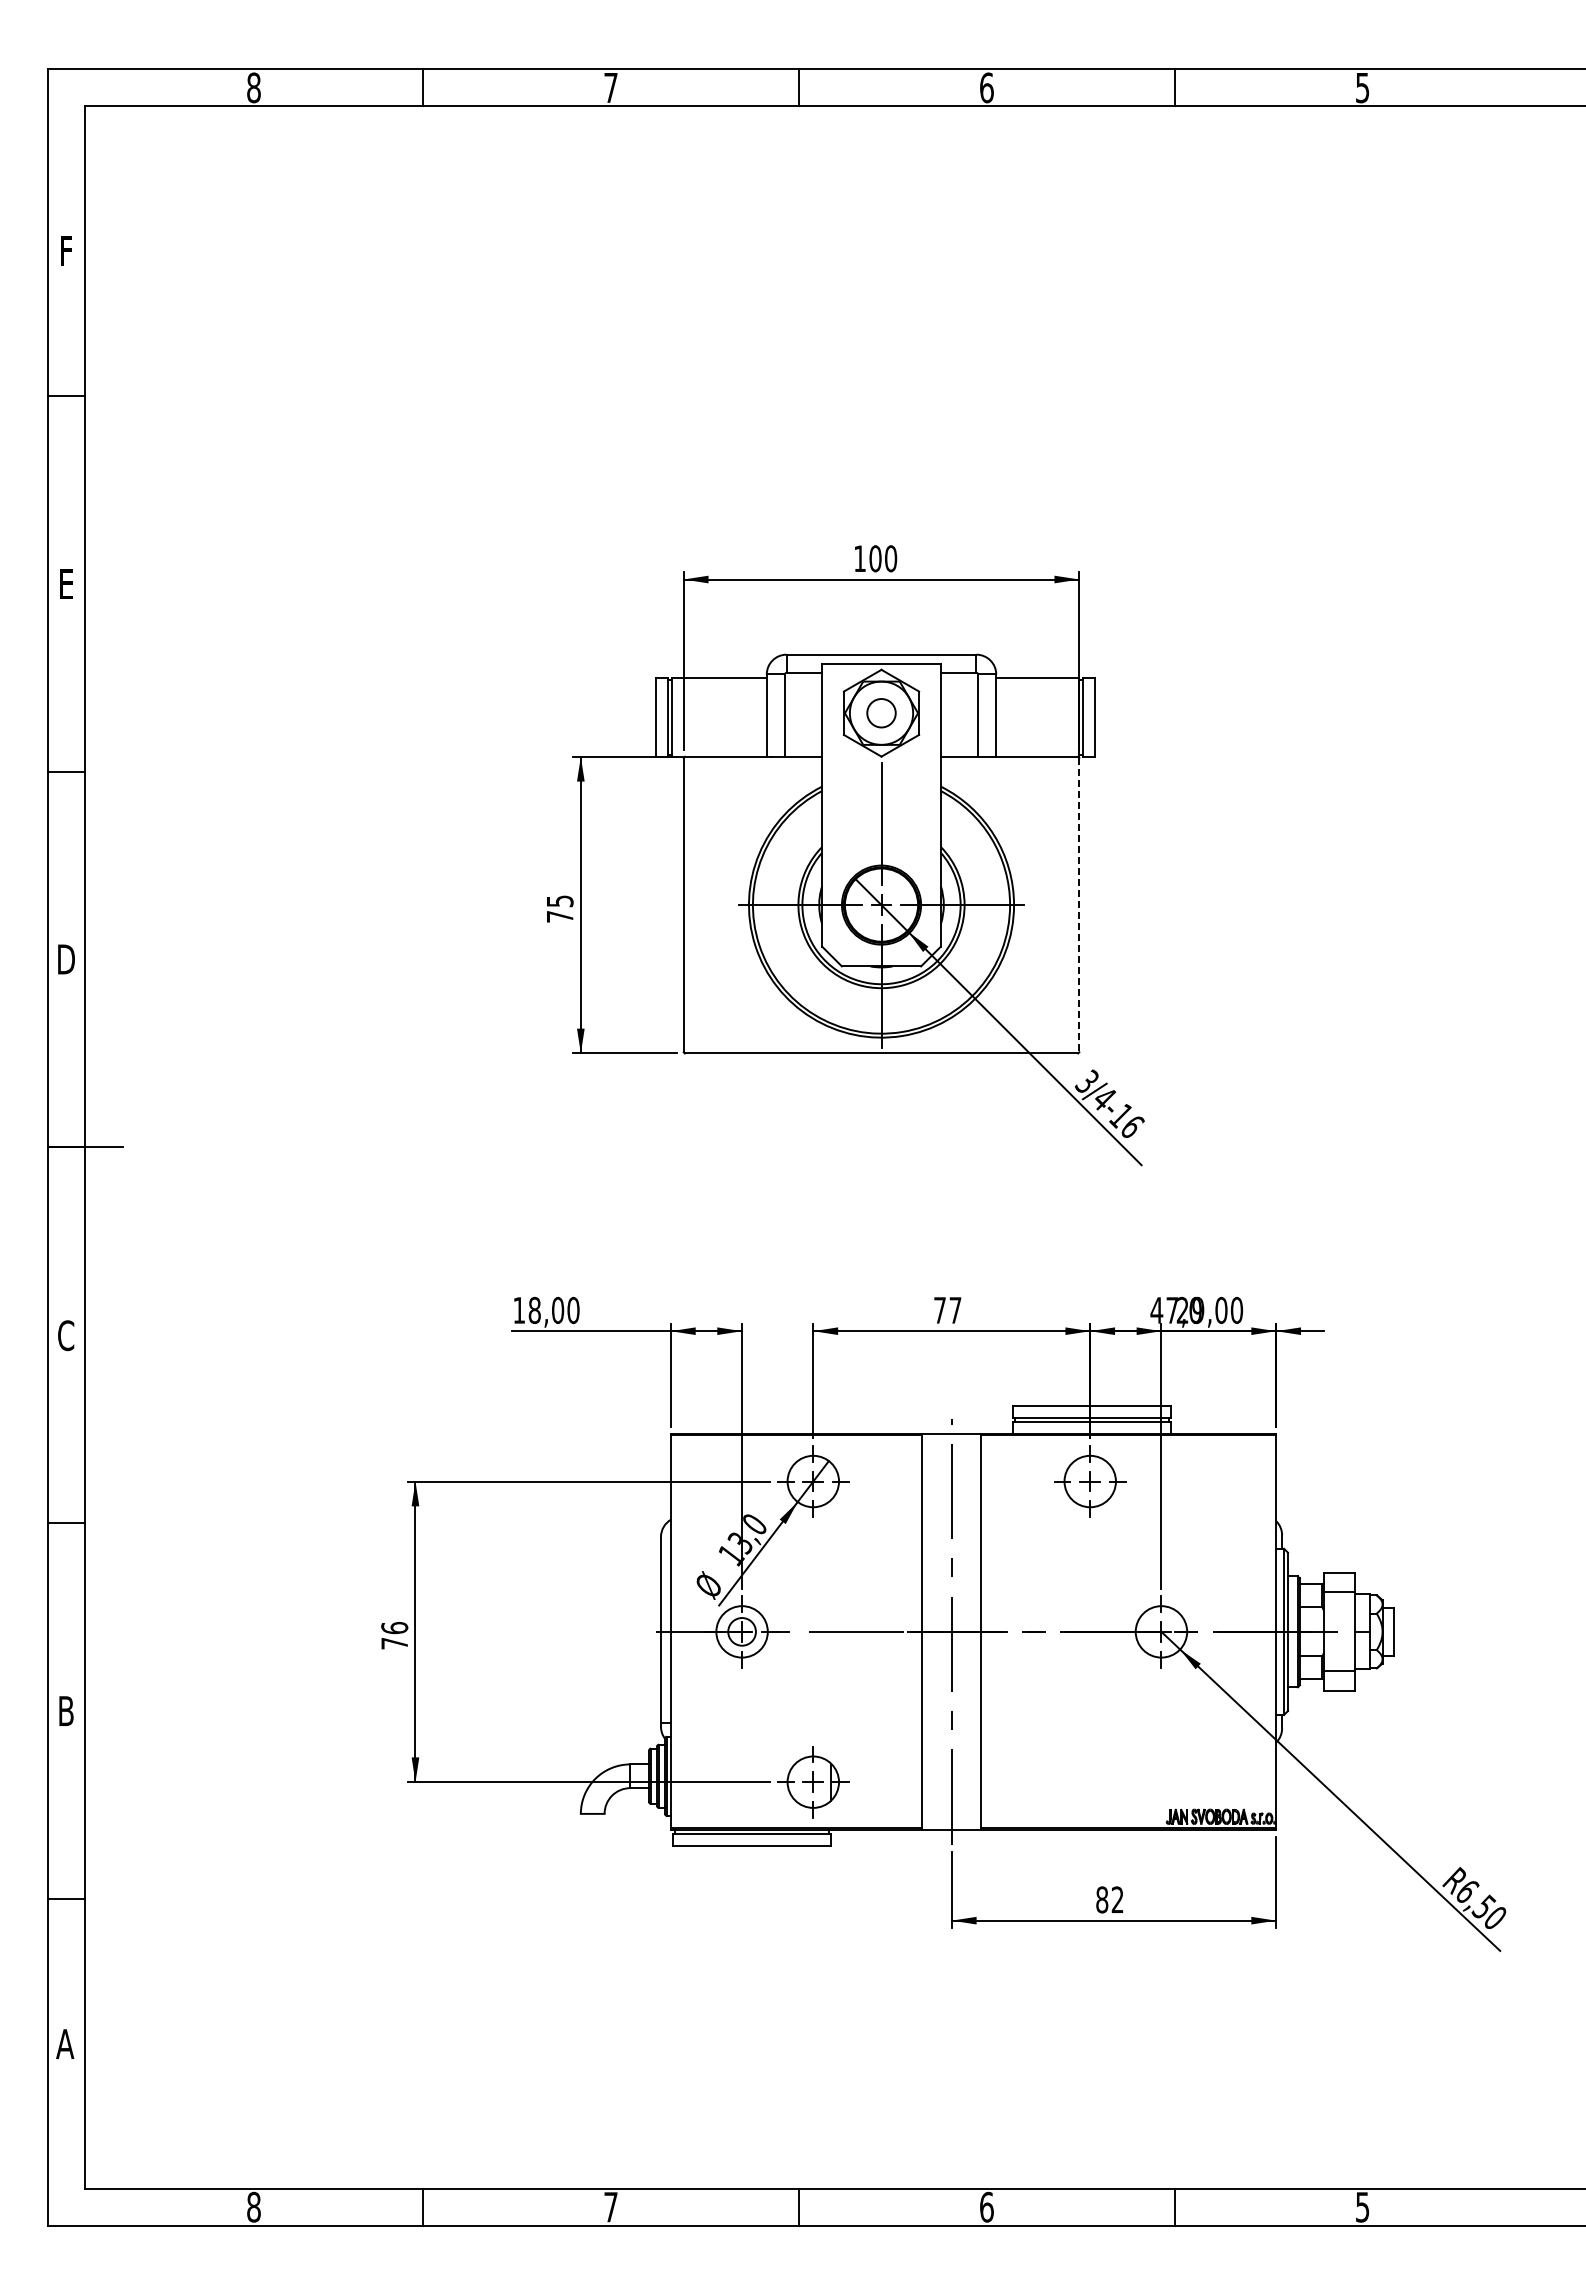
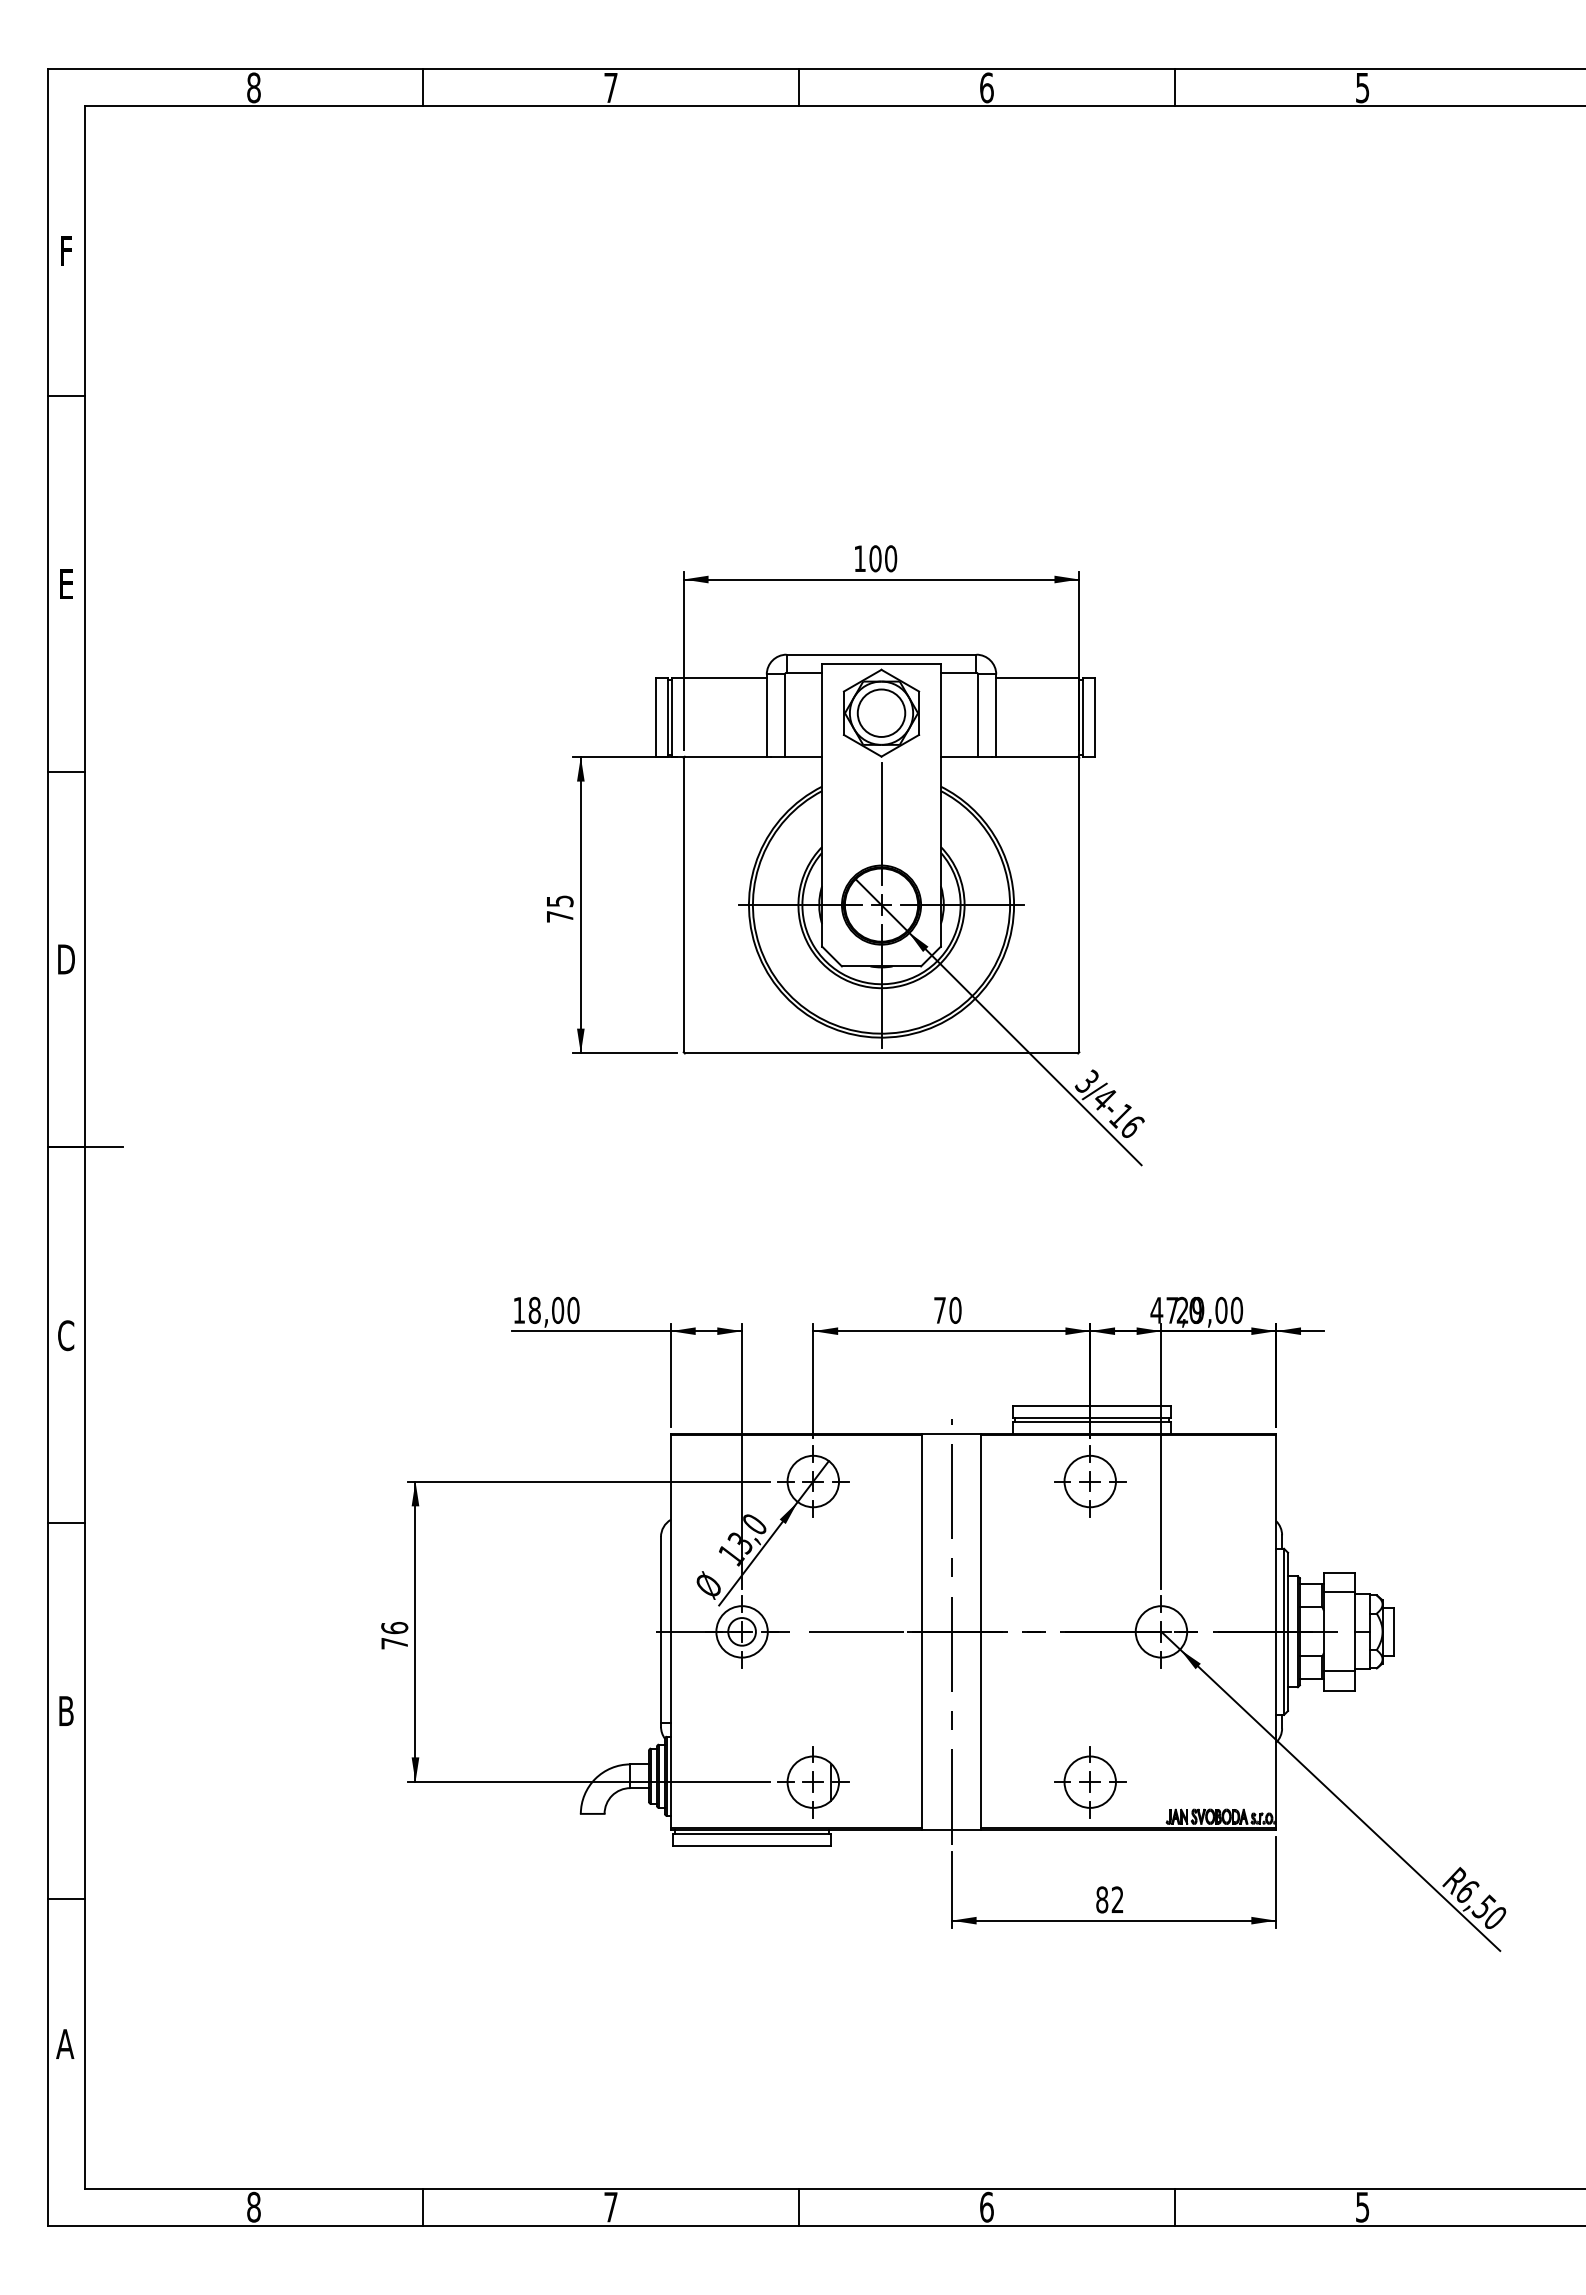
circle at (881, 713) diameter: 28 px -> 47 px
line at (1079, 905): dashed -> solid
text at (955, 1309): 77 -> 70
part at (1090, 1782): none -> present
